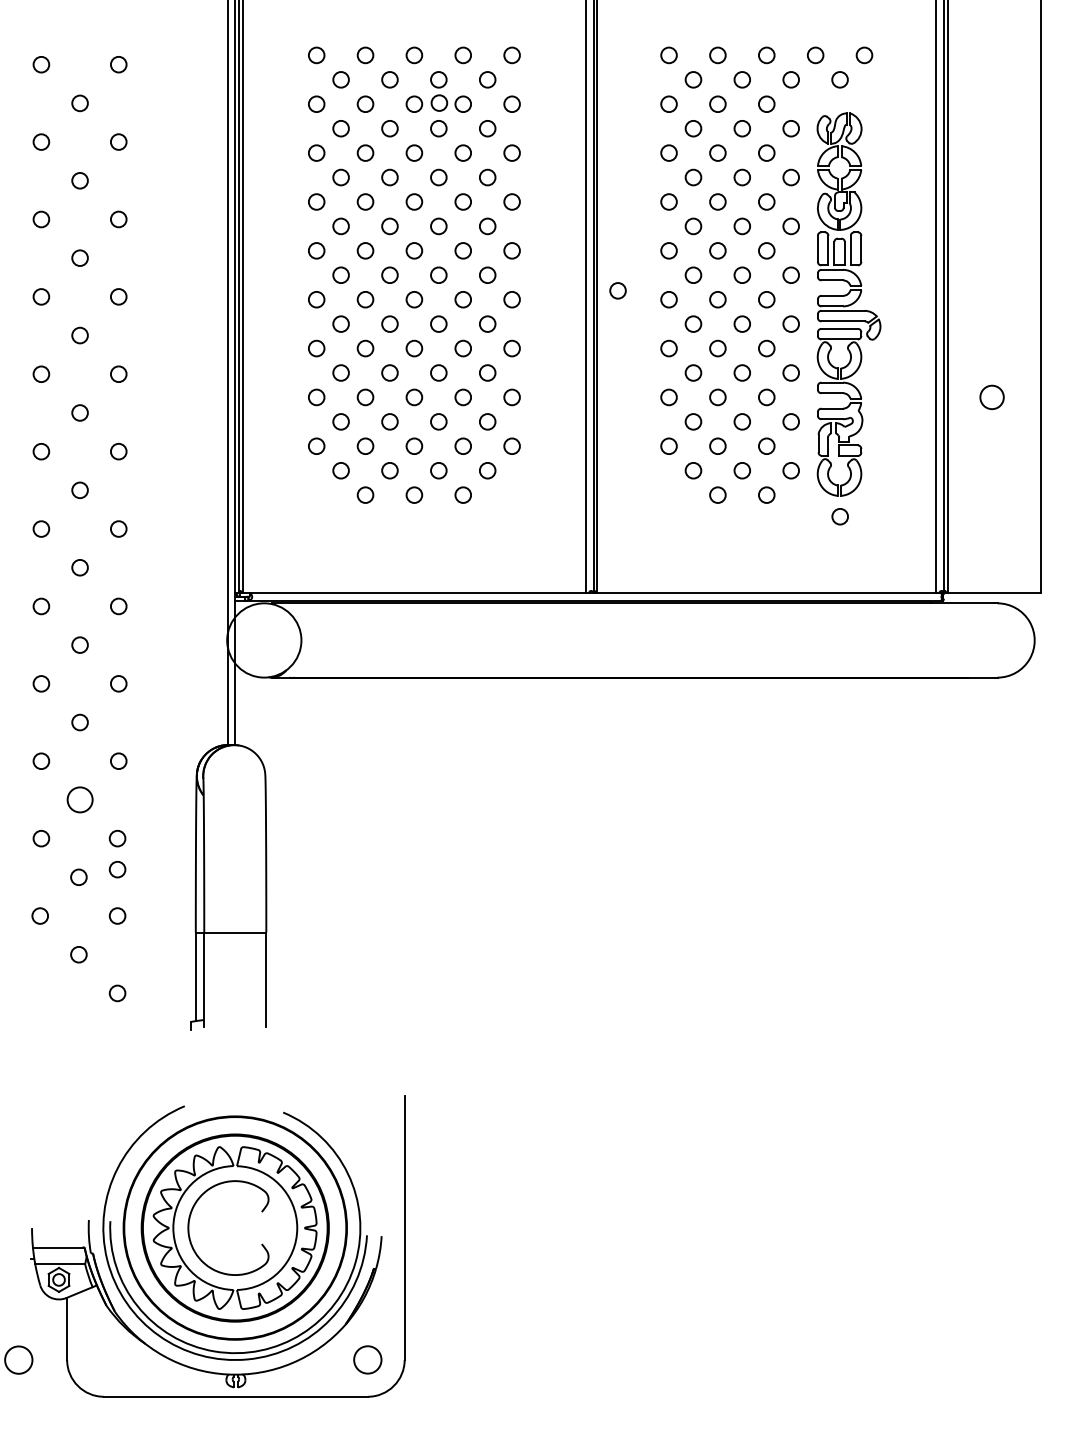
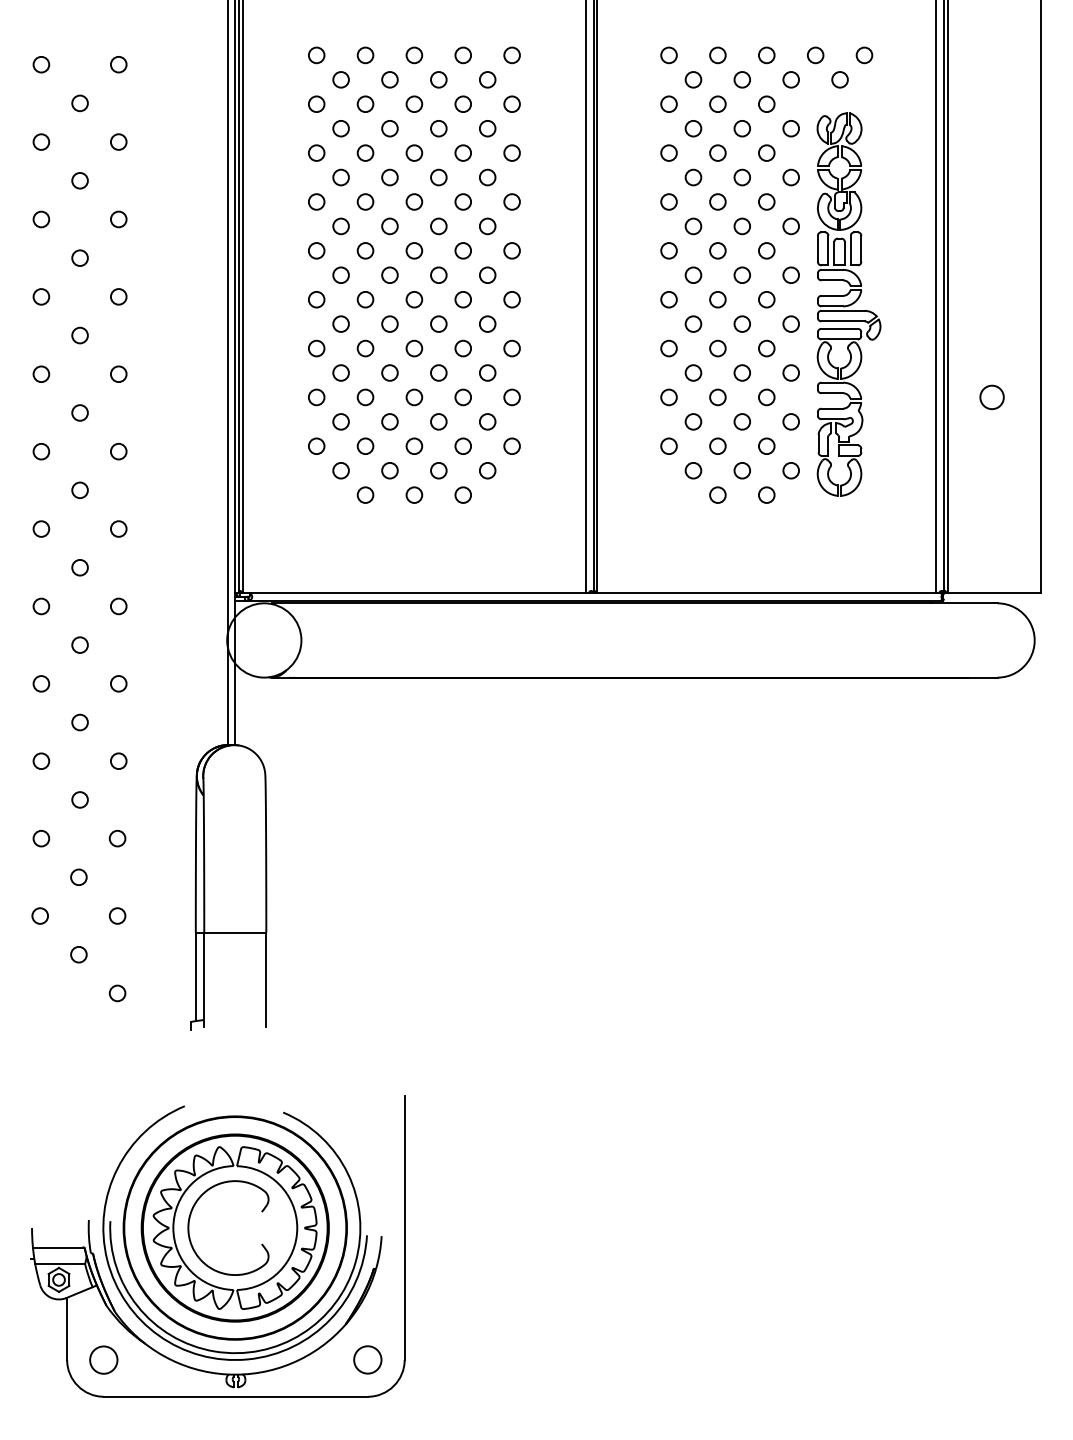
circle at (439, 102): present -> none
circle at (617, 290): present -> none
circle at (839, 516): present -> none
circle at (79, 799) size: 28x28 px -> 18x18 px
circle at (117, 869): present -> none
circle at (18, 1359) position: (18, 1359) -> (103, 1359)
